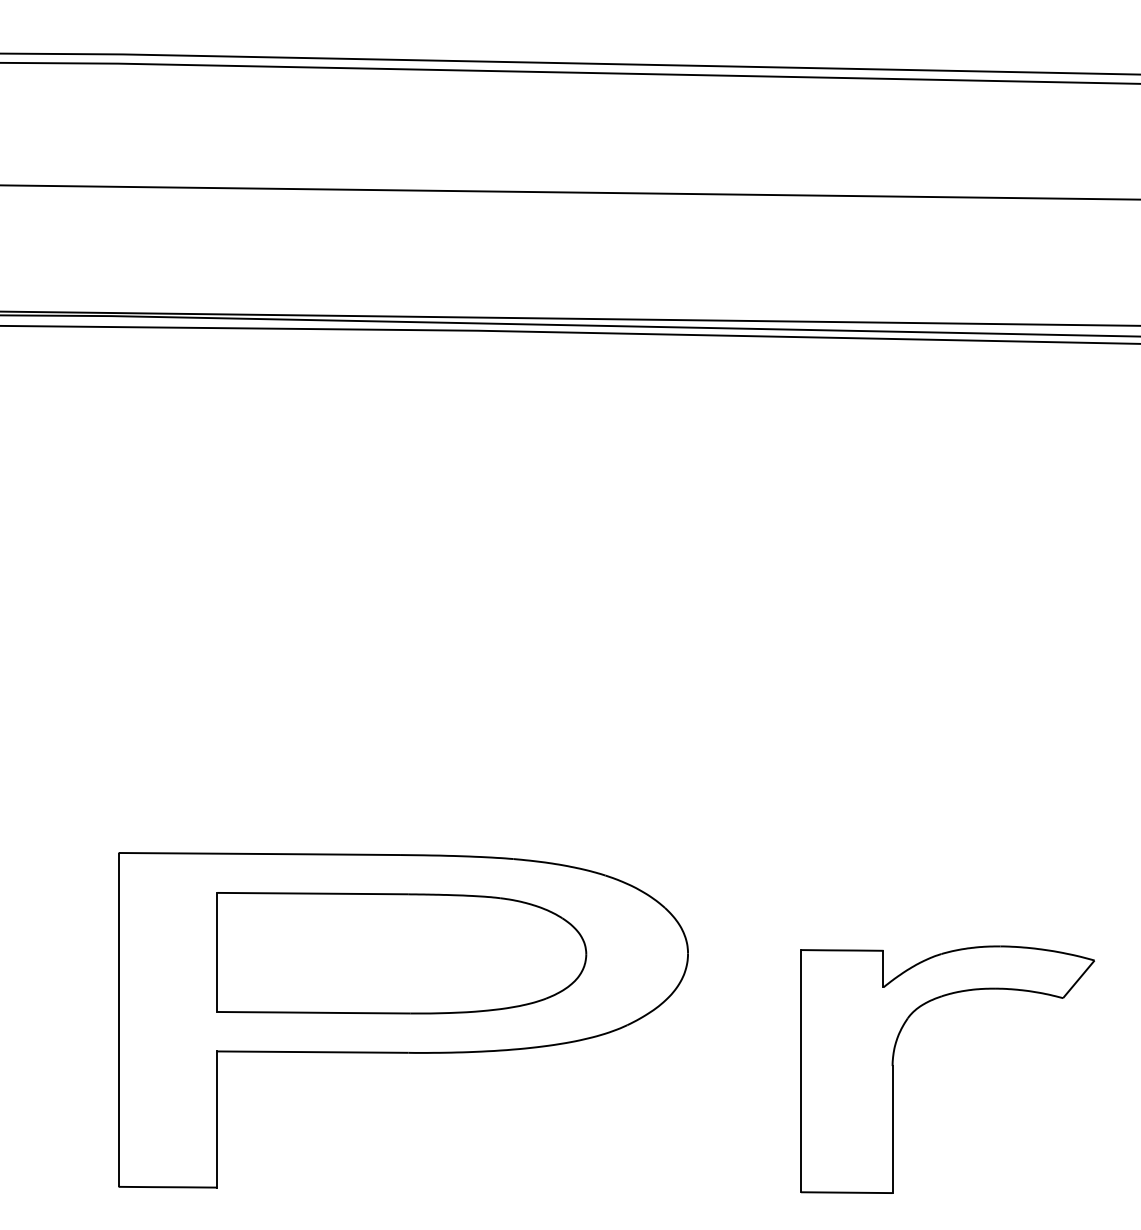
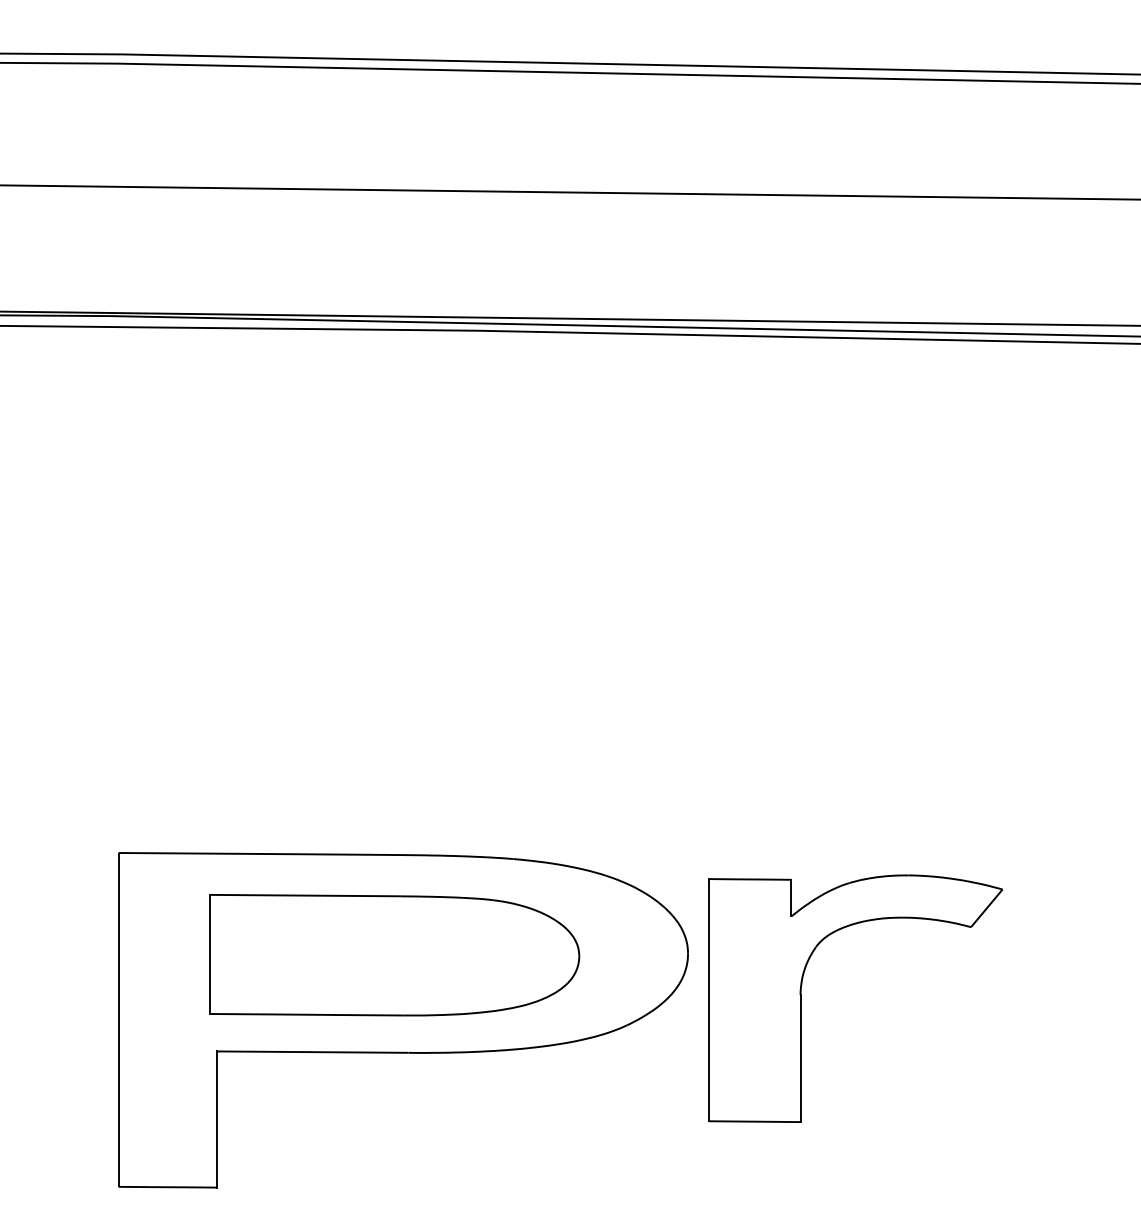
part at (401, 953) position: (401, 953) -> (394, 955)
part at (893, 1069) position: (893, 1069) -> (801, 998)
